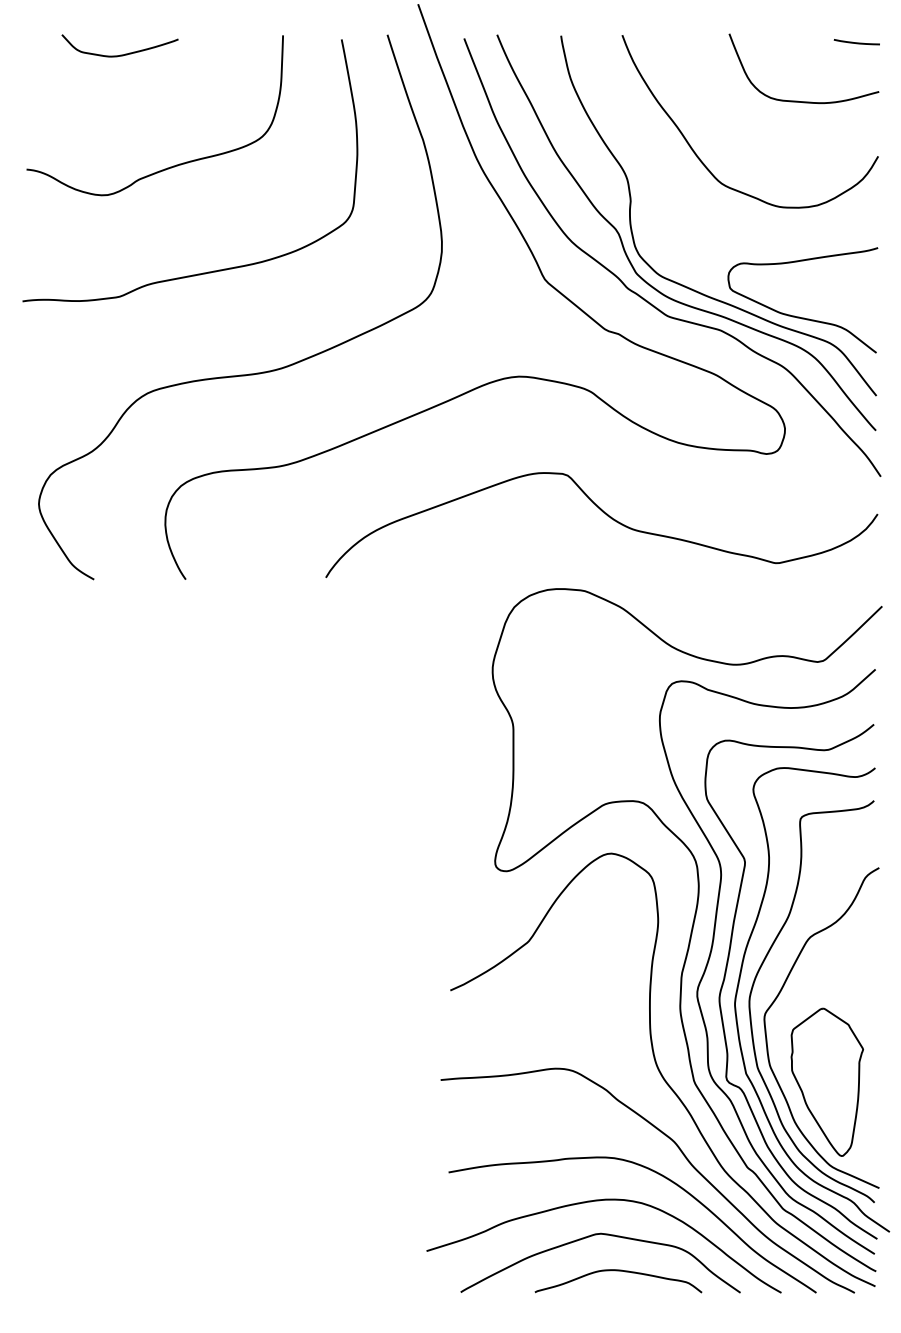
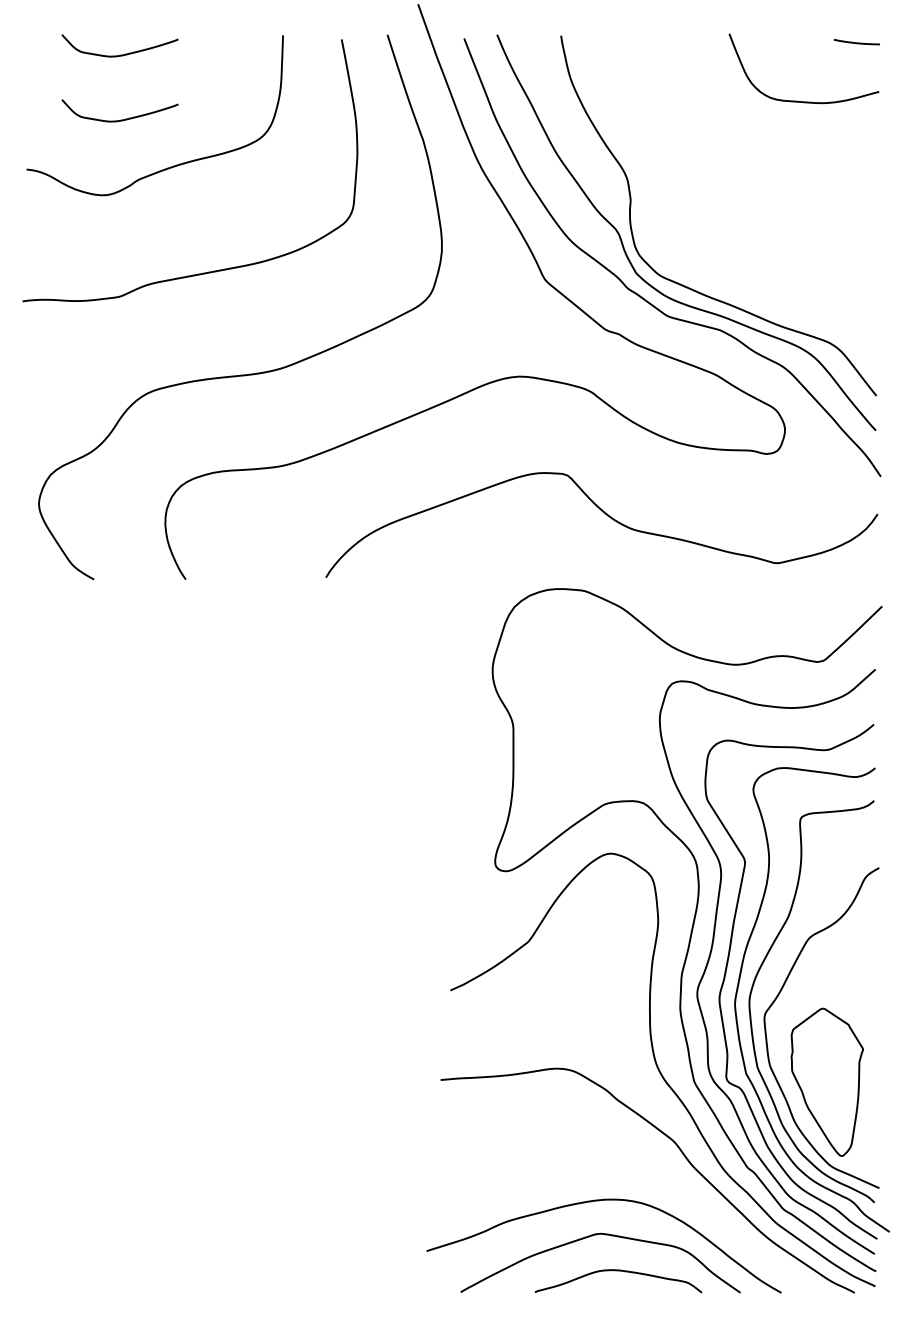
curve at (120, 119): none -> present
curve at (700, 158): present -> none
curve at (799, 316): present -> none
curve at (659, 1175): present -> none
